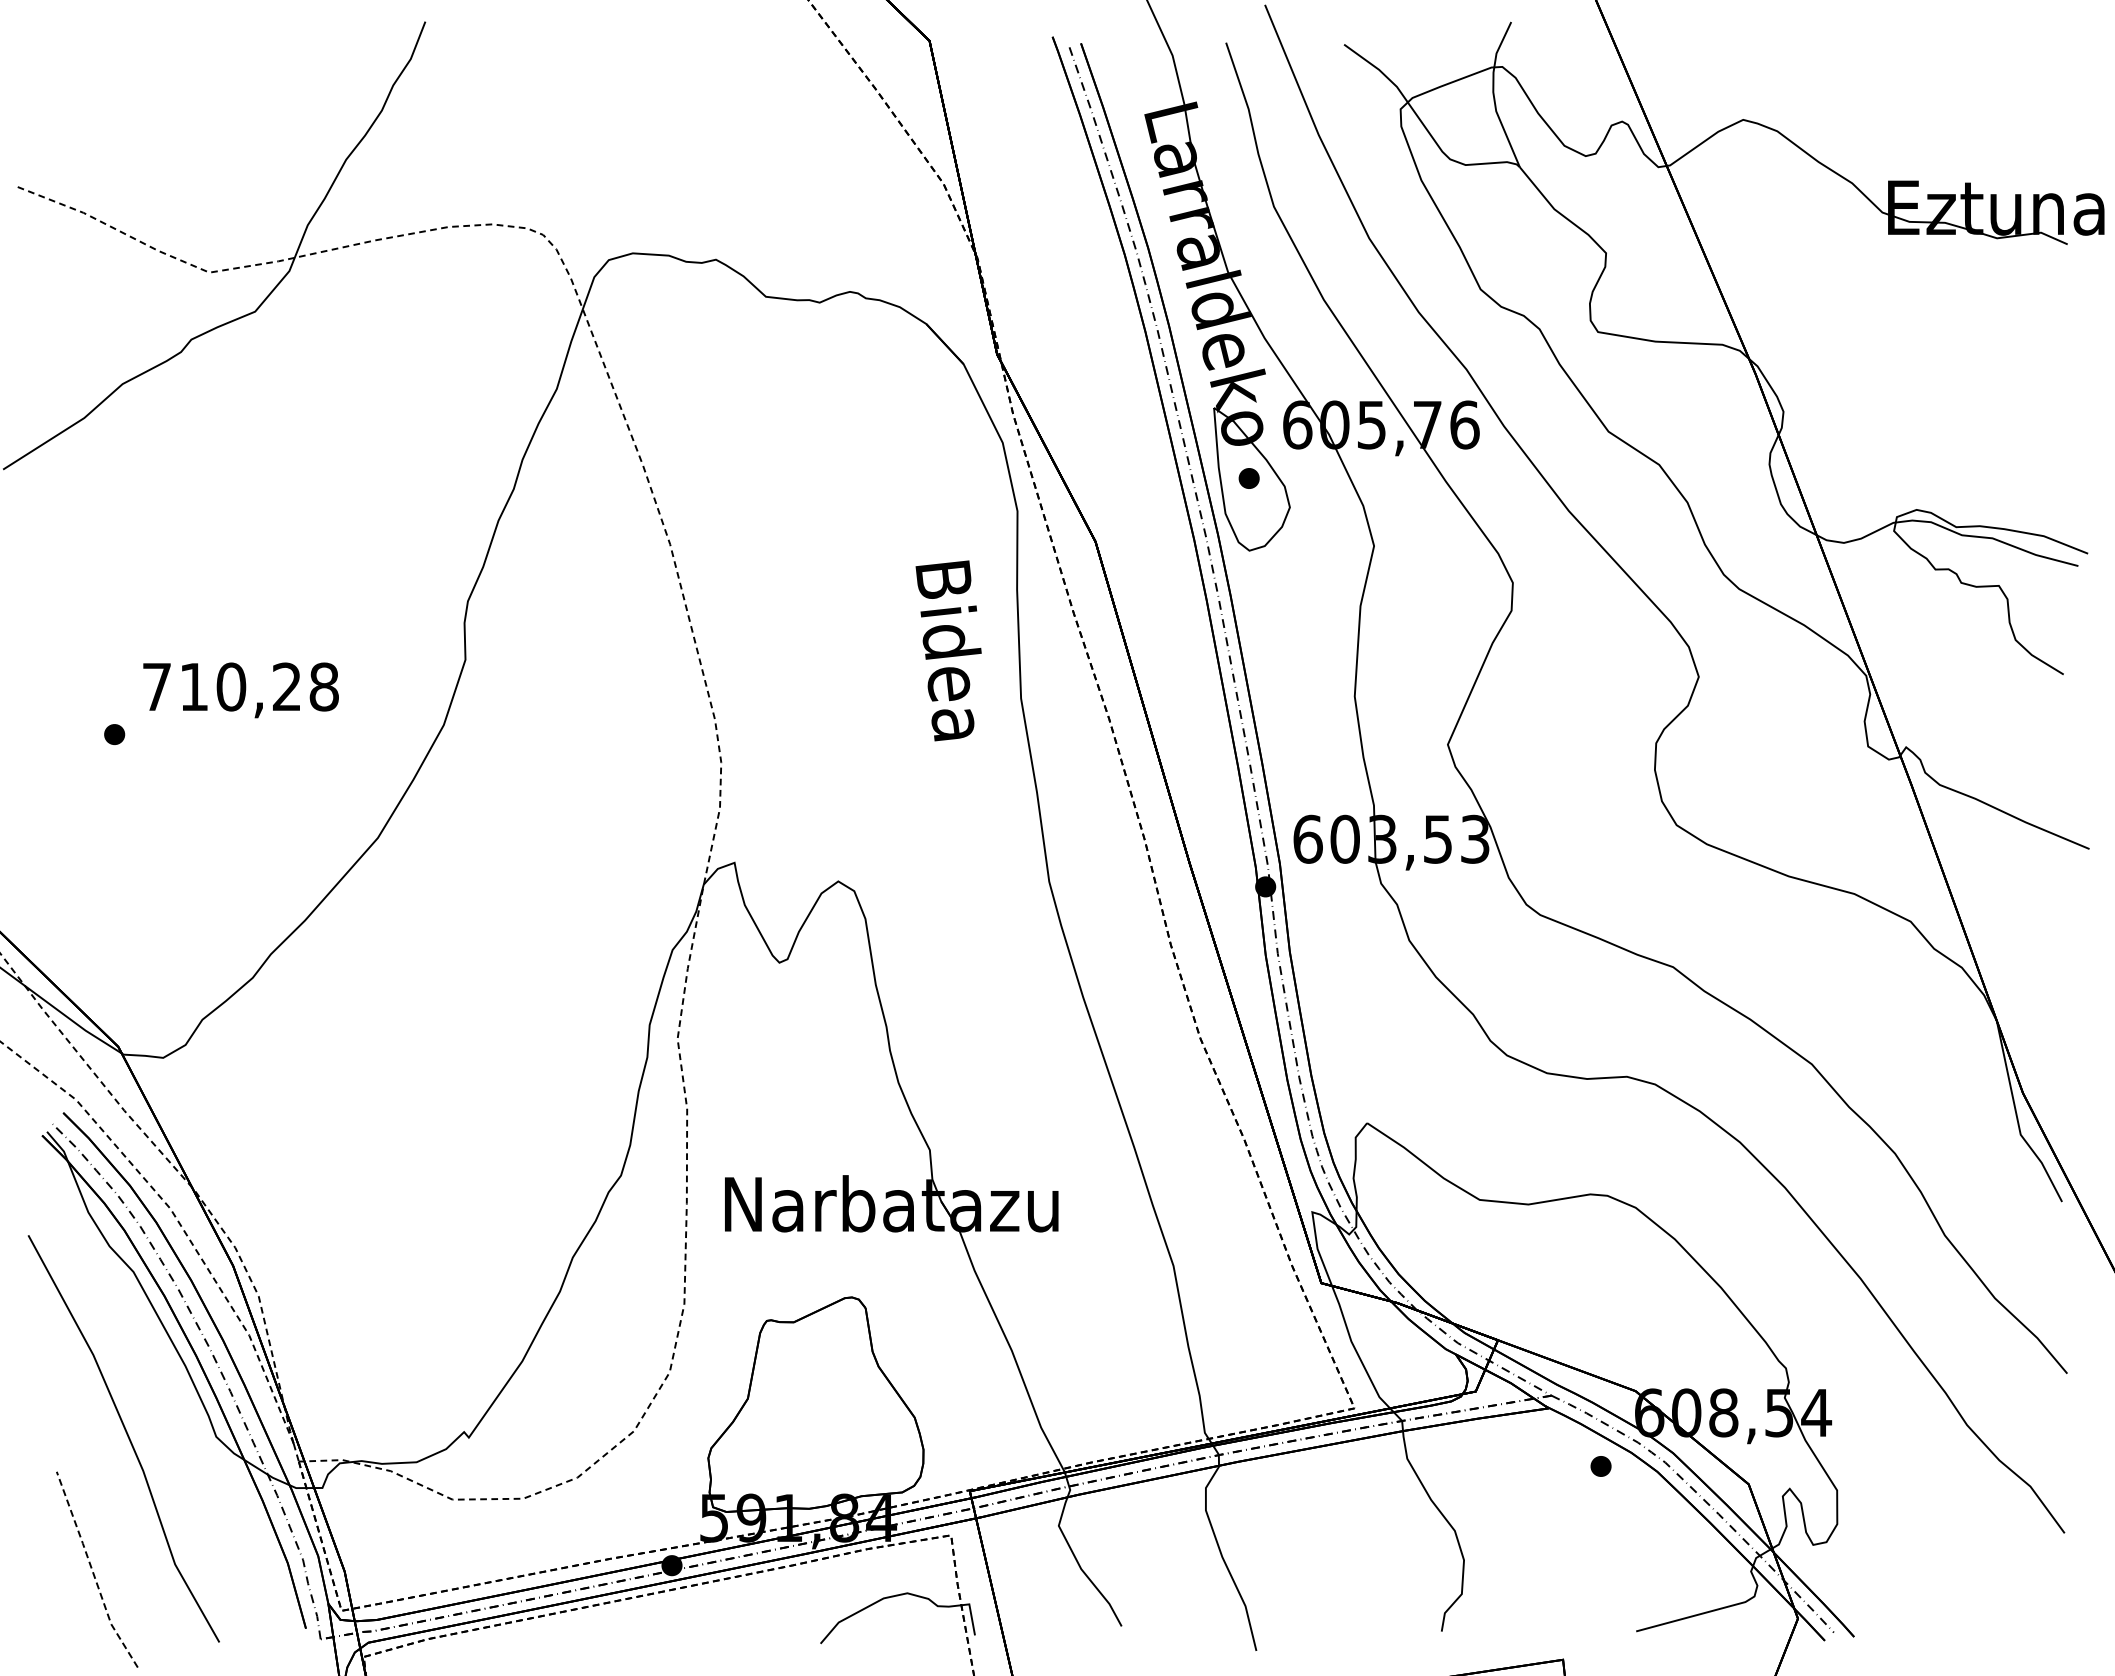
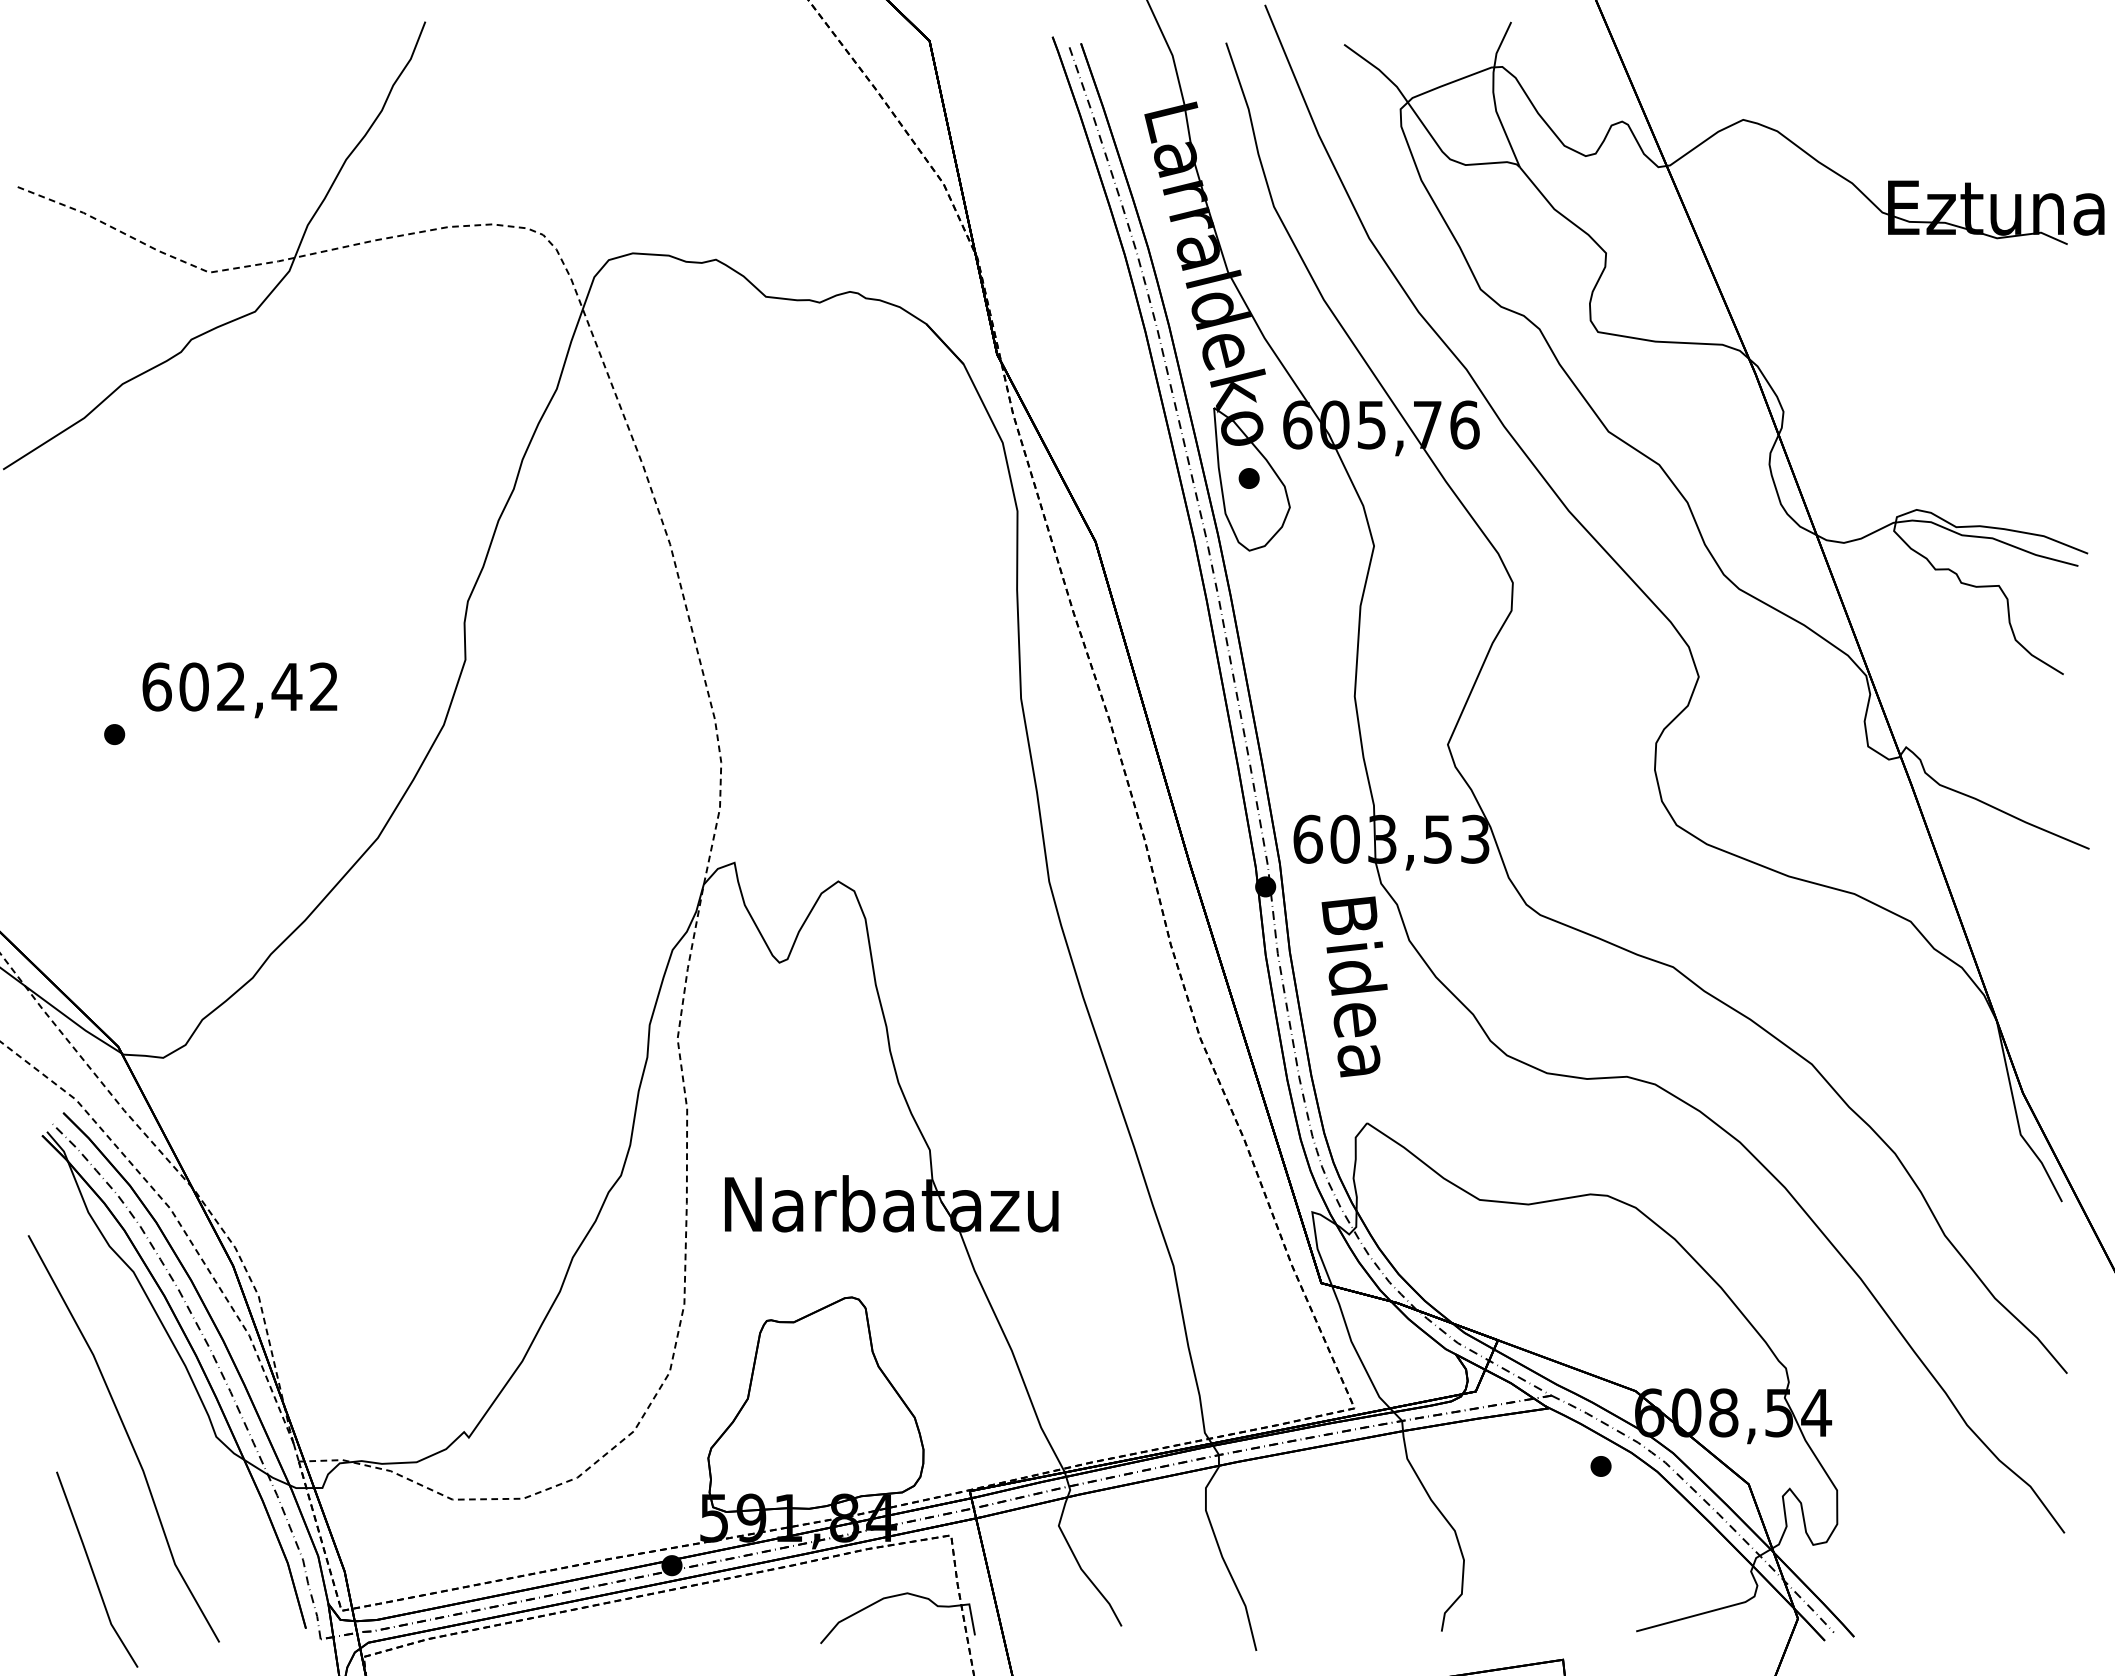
text at (948, 650) position: (948, 650) -> (1354, 986)
text at (240, 686): 710,28 -> 602,42
line at (92, 1571): dashed -> solid
